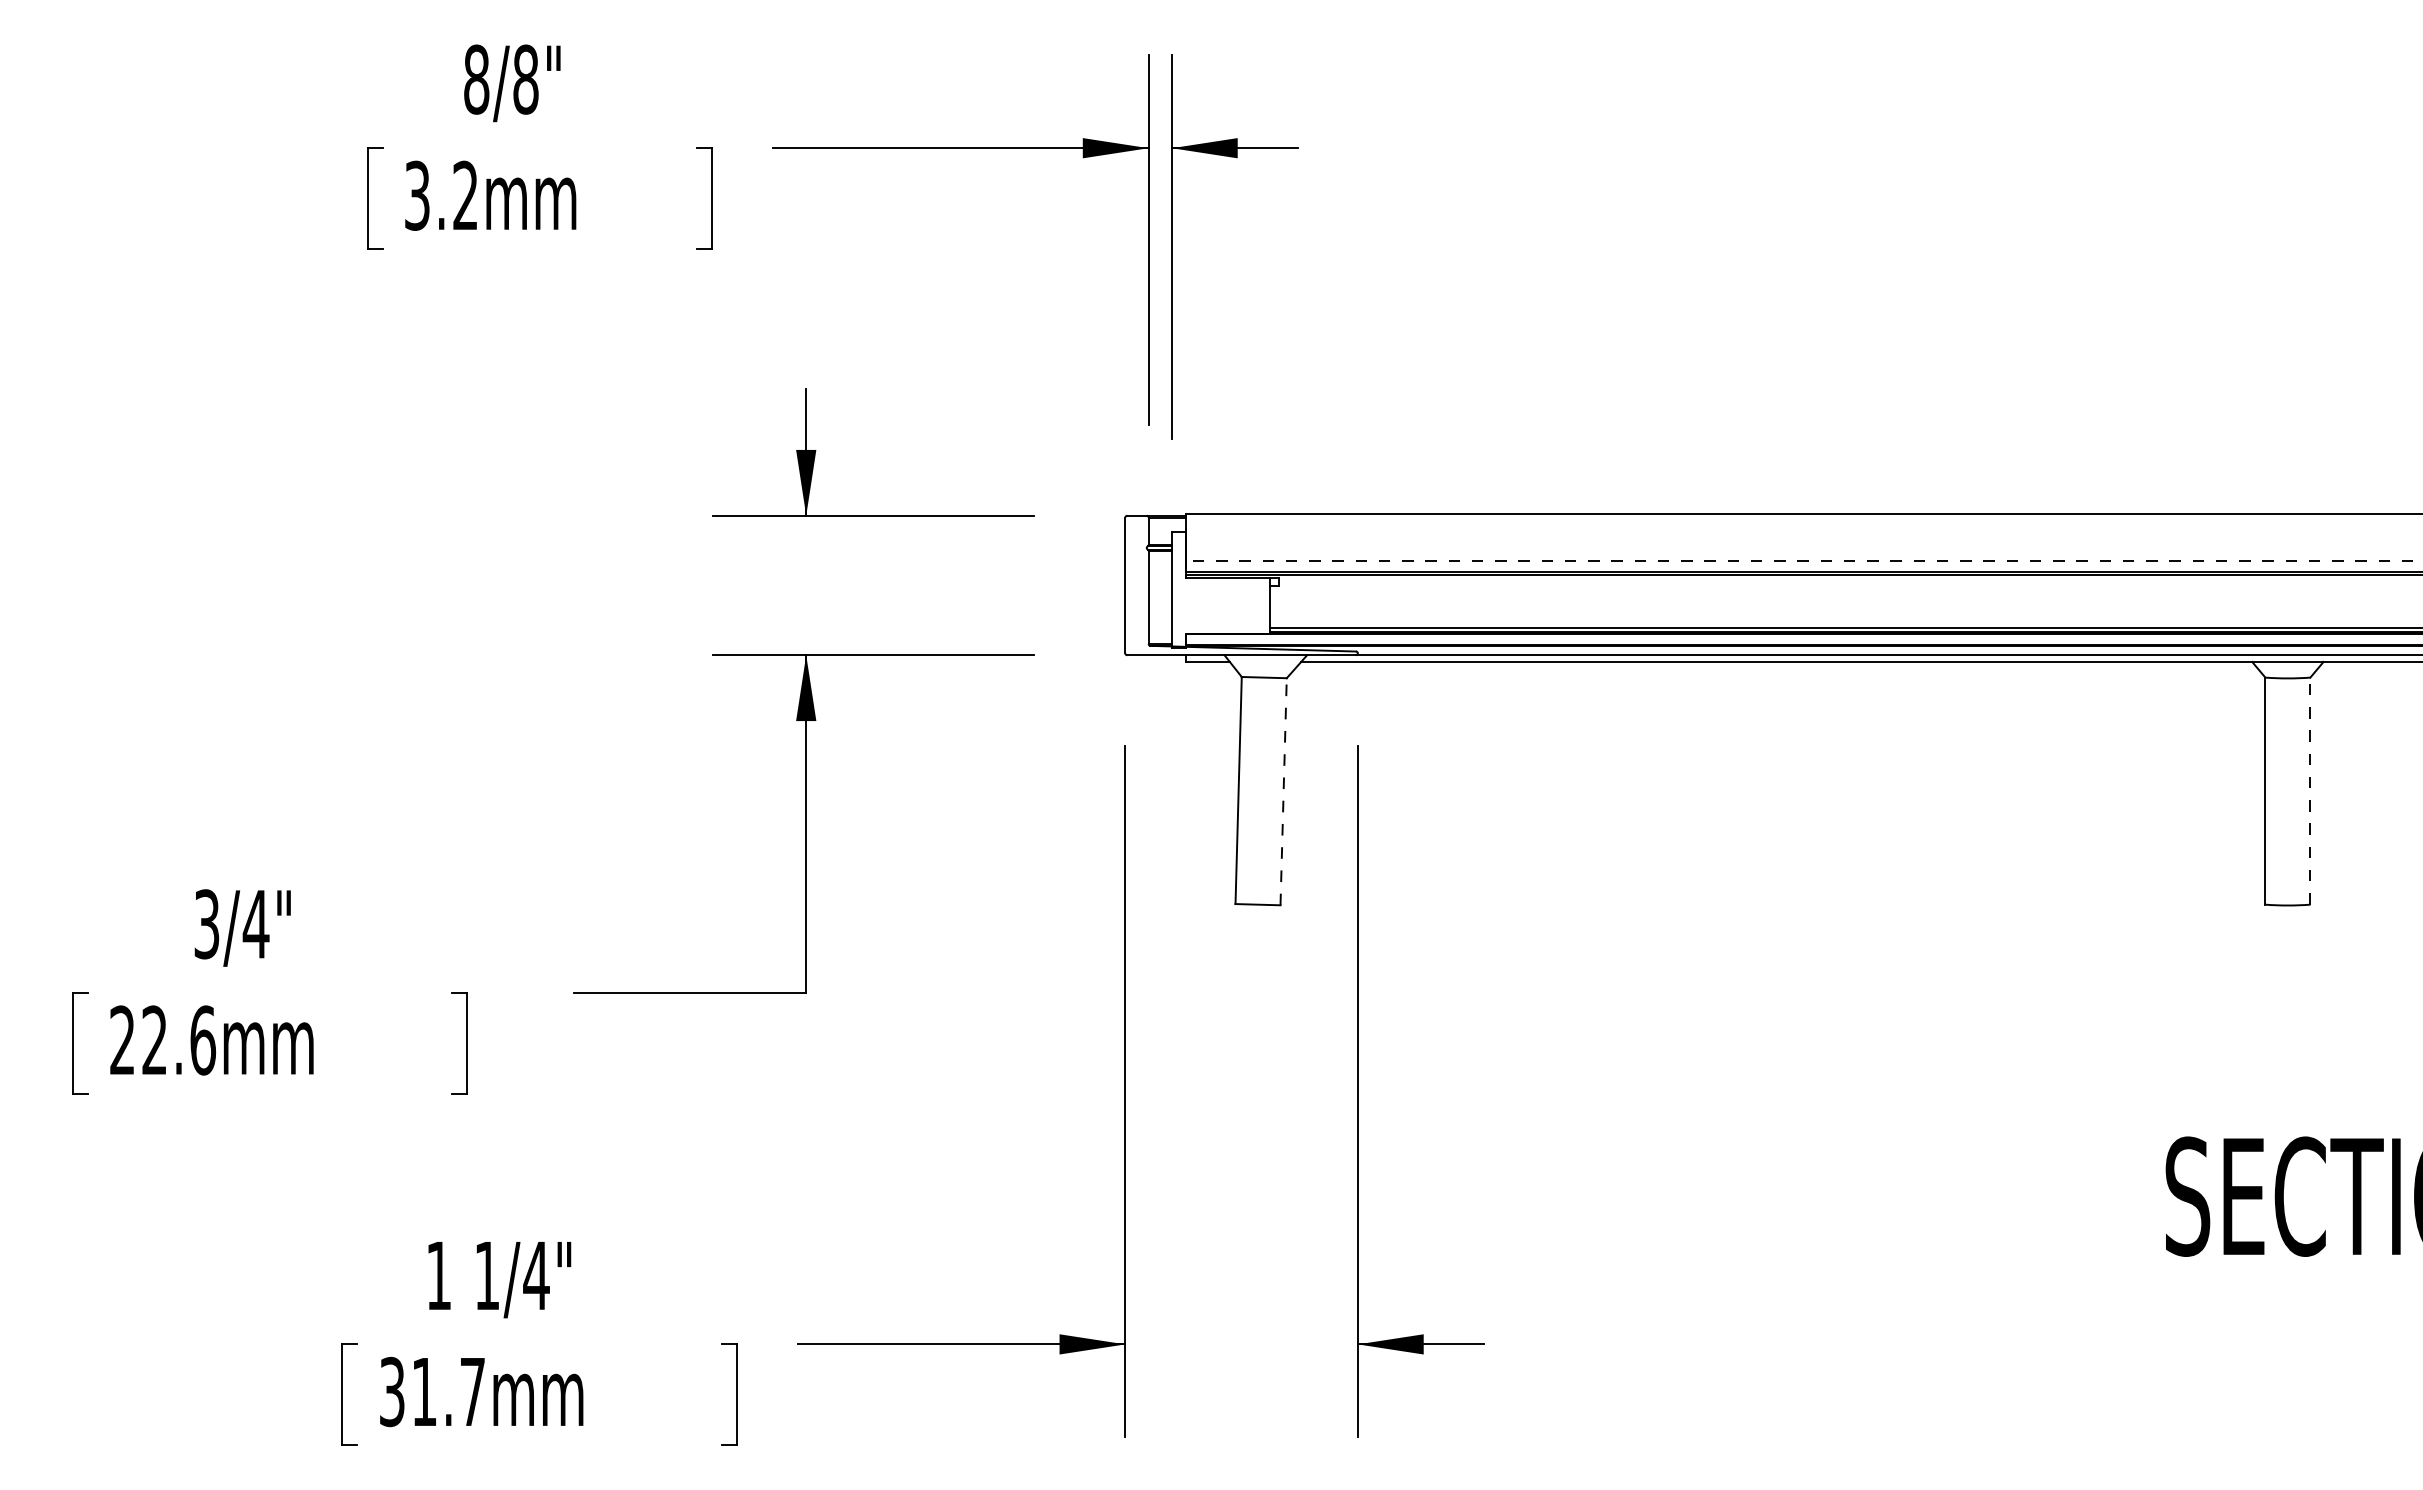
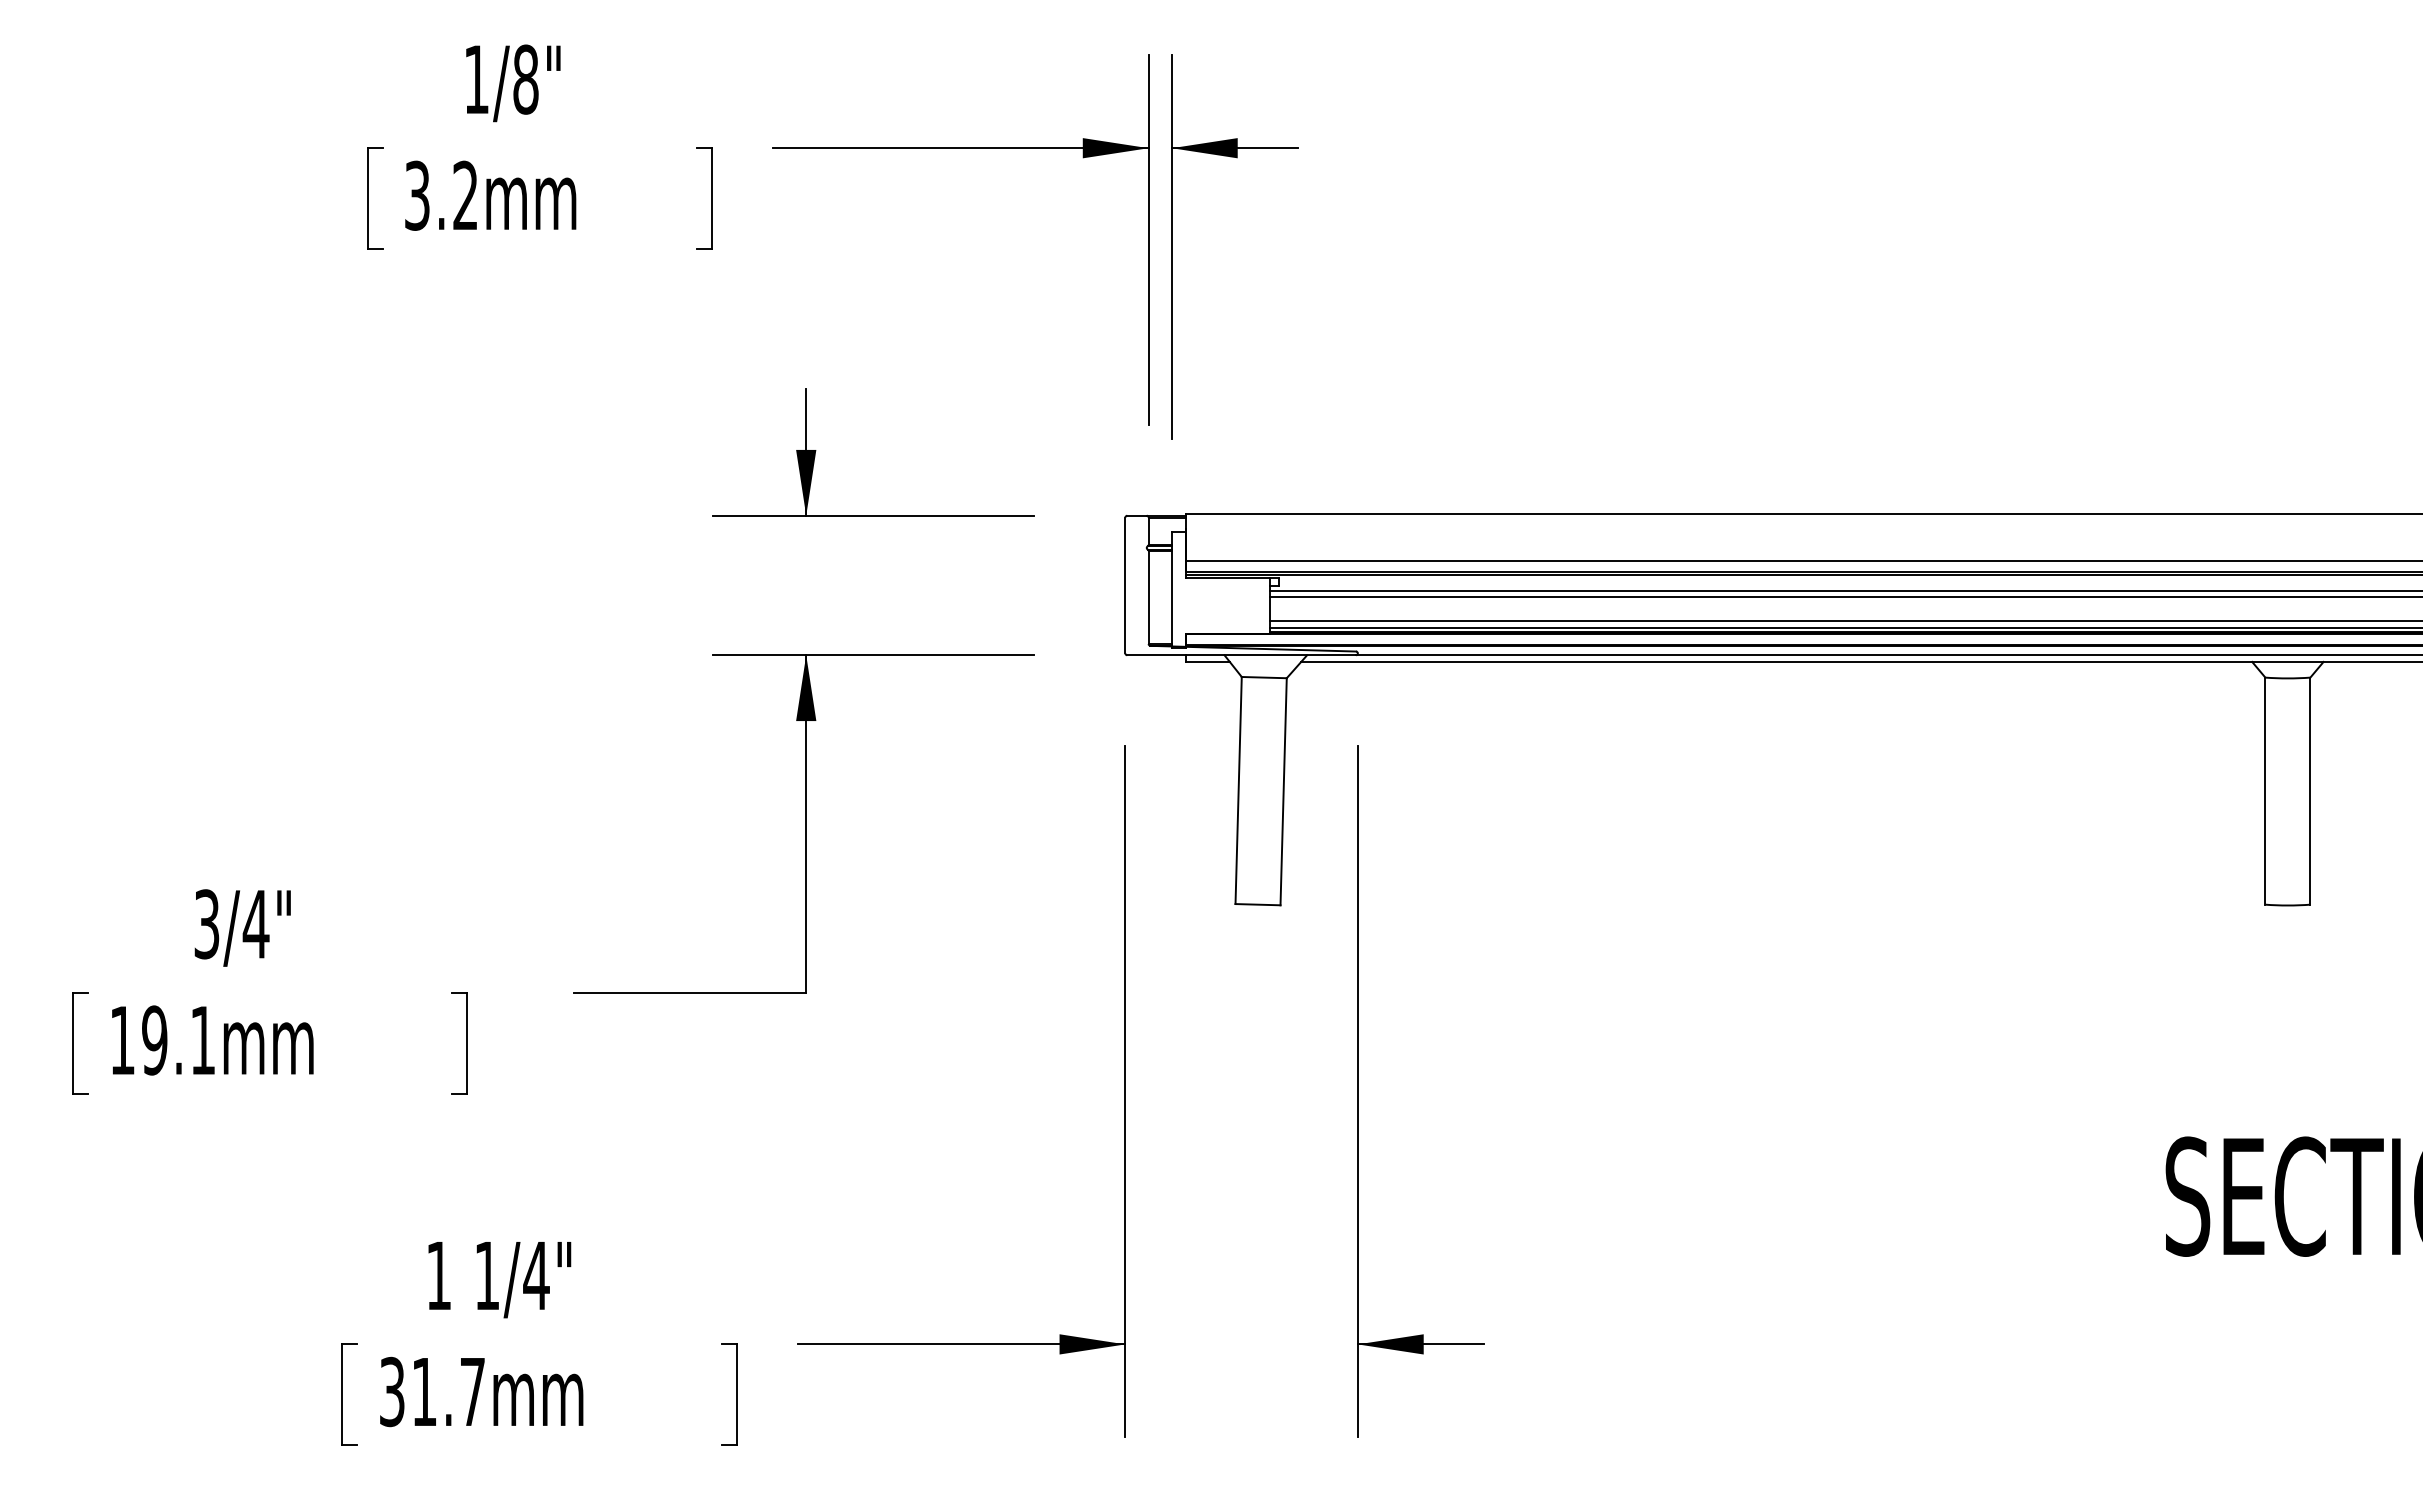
text at (476, 79): 8/8" -> 1/8"
line at (1803, 560): dashed -> solid
line at (1844, 591): none -> present
line at (1844, 597): none -> present
line at (1844, 621): none -> present
line at (1283, 791): dashed -> solid
line at (2310, 791): dashed -> solid
text at (163, 1040): 22.6mm -> 19.1mm
